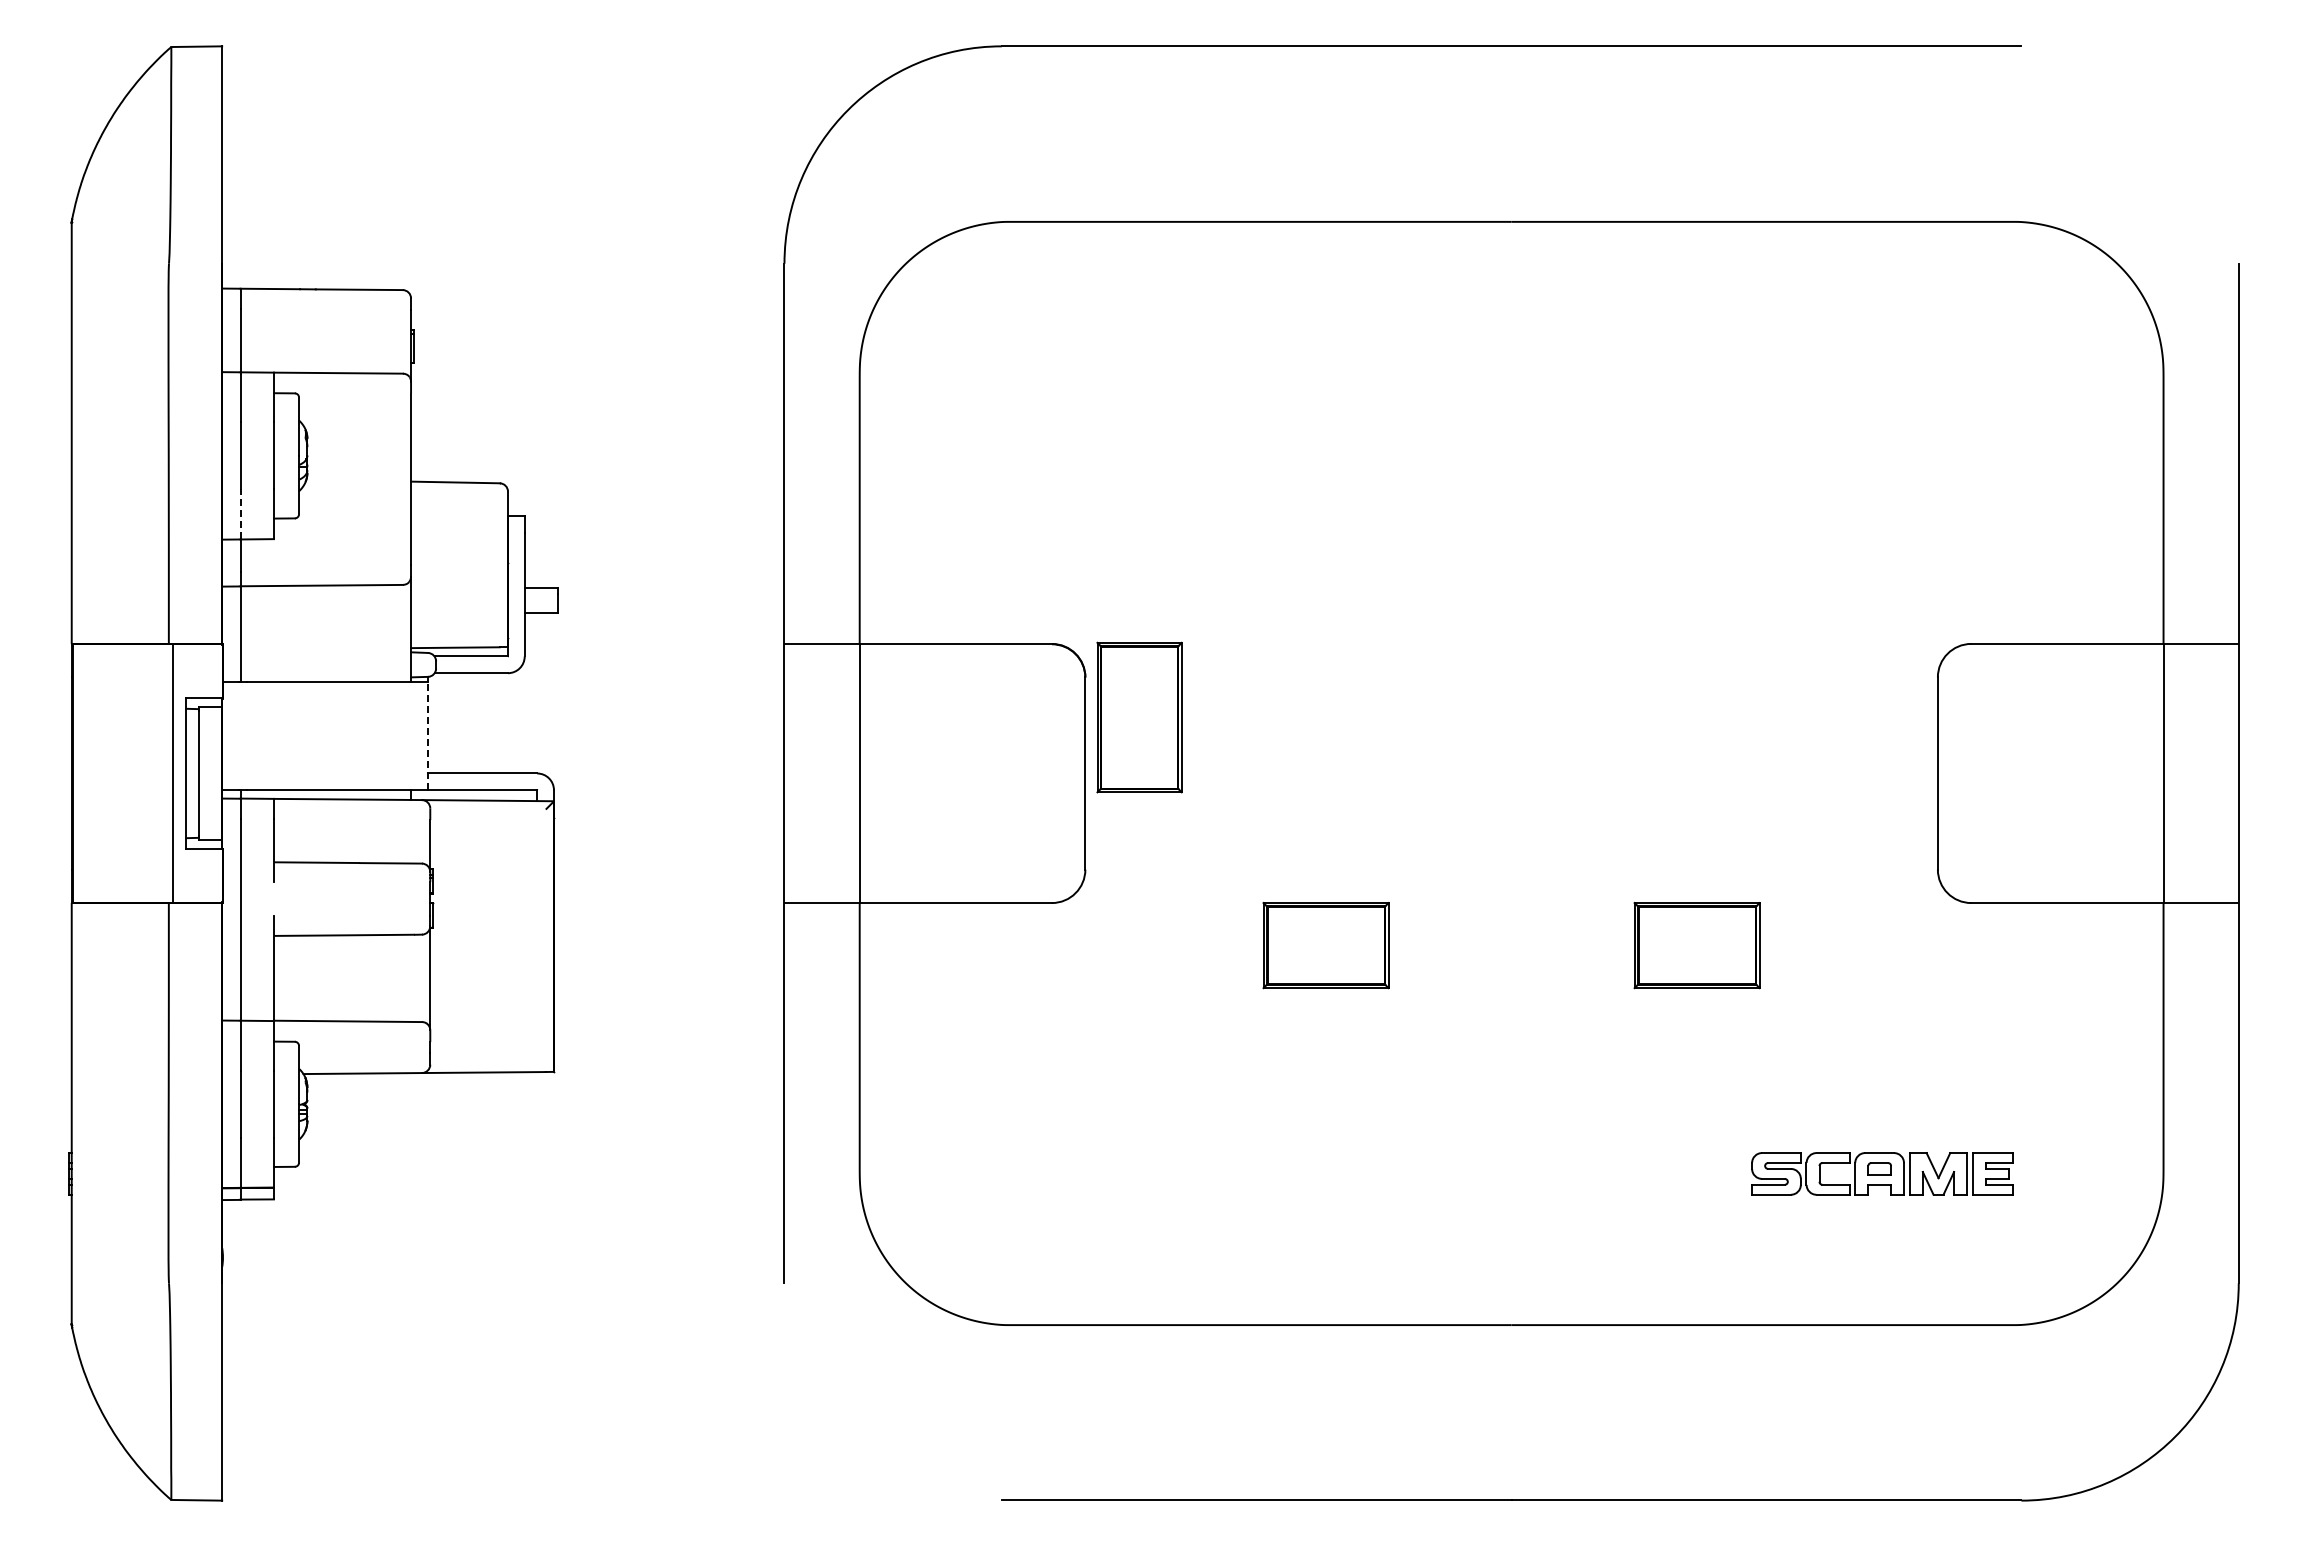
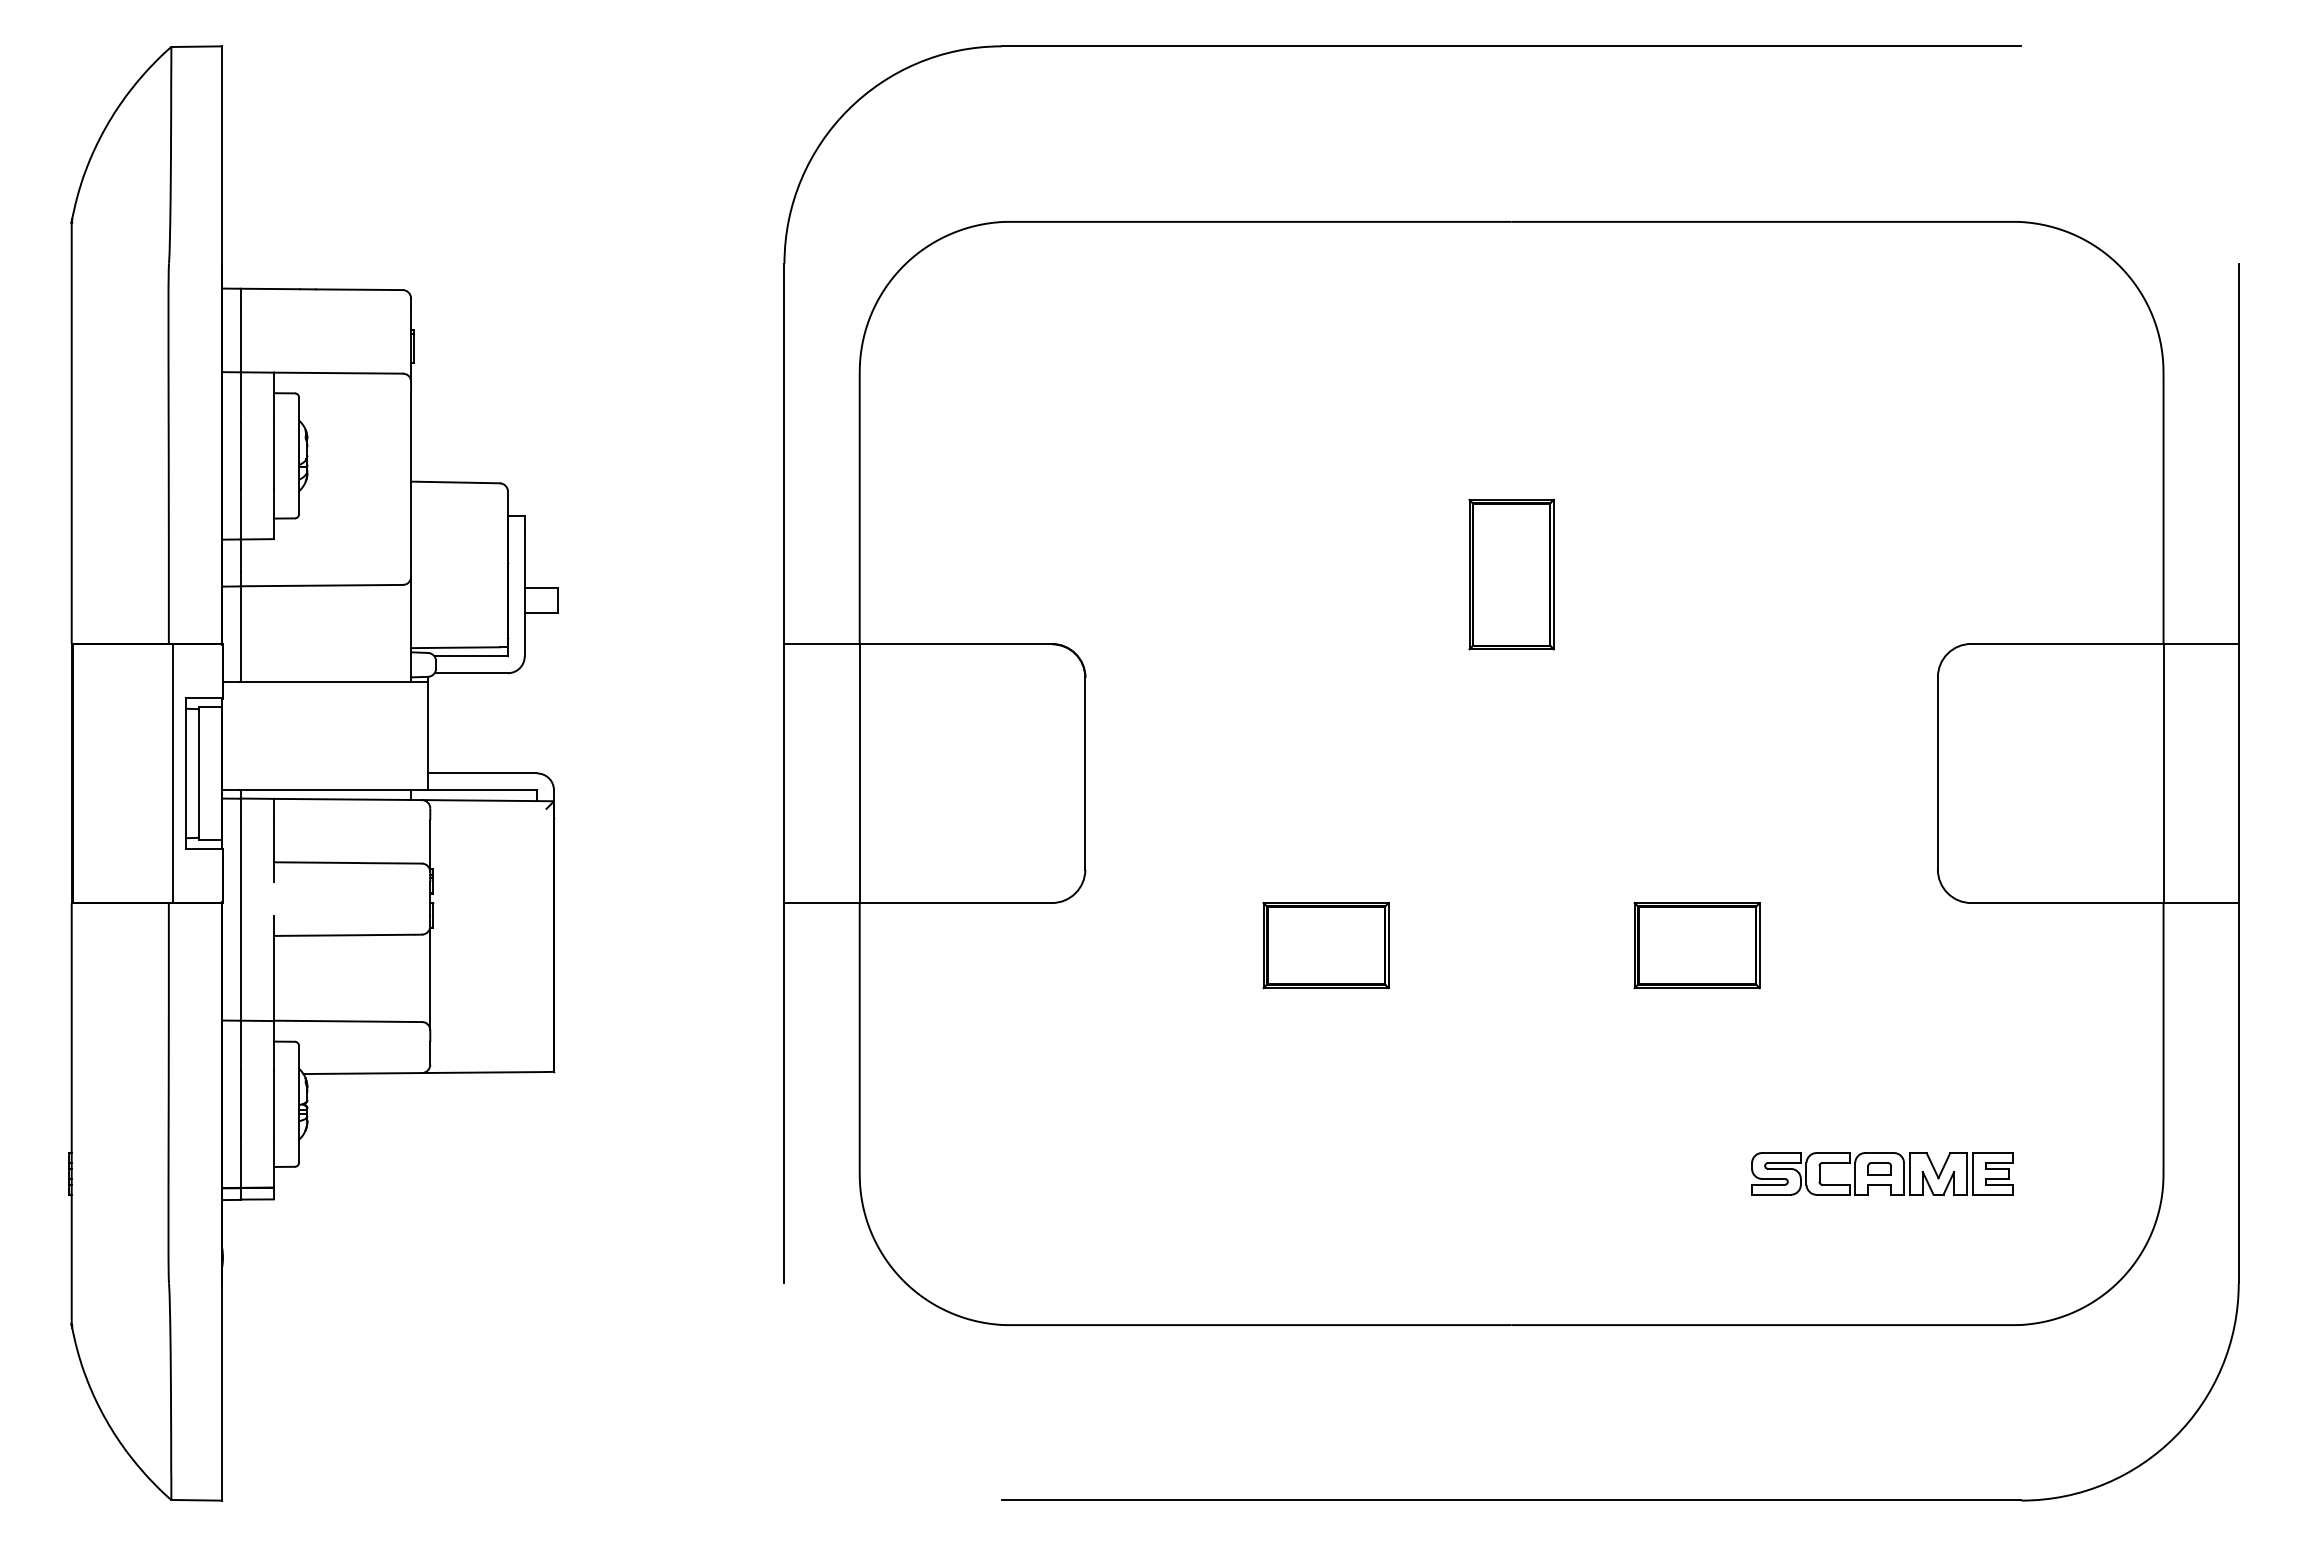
line at (240, 513): dashed -> solid
part at (1139, 717) position: (1139, 717) -> (1511, 574)
line at (427, 735): dashed -> solid
